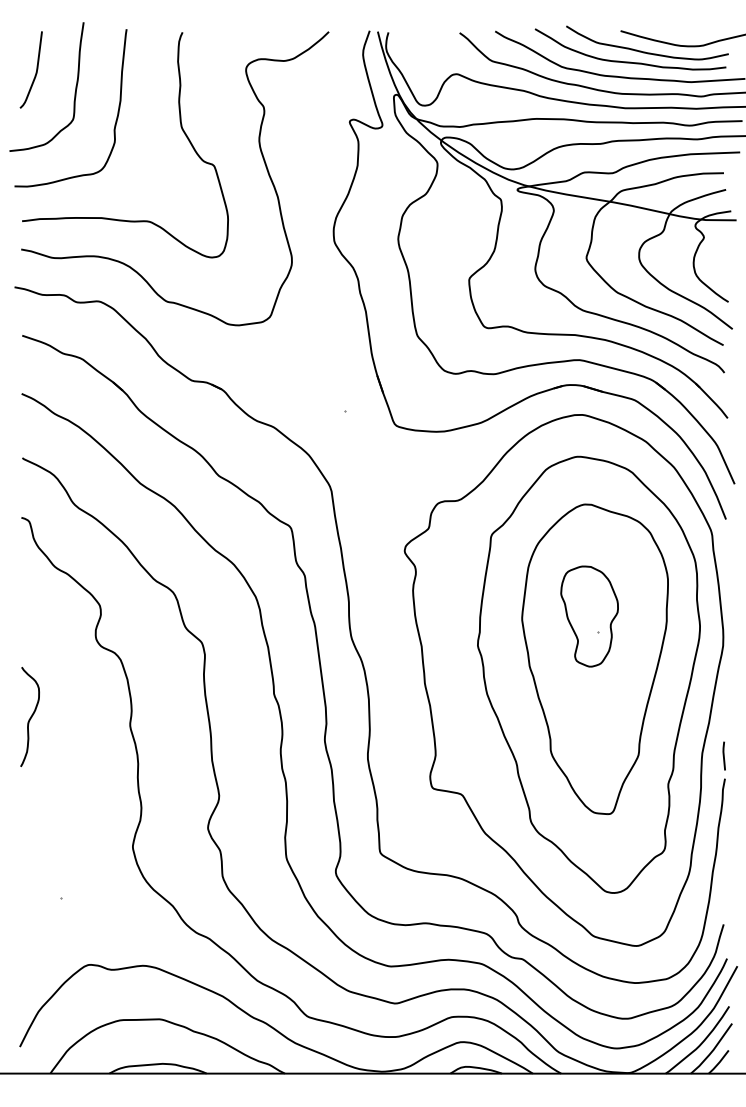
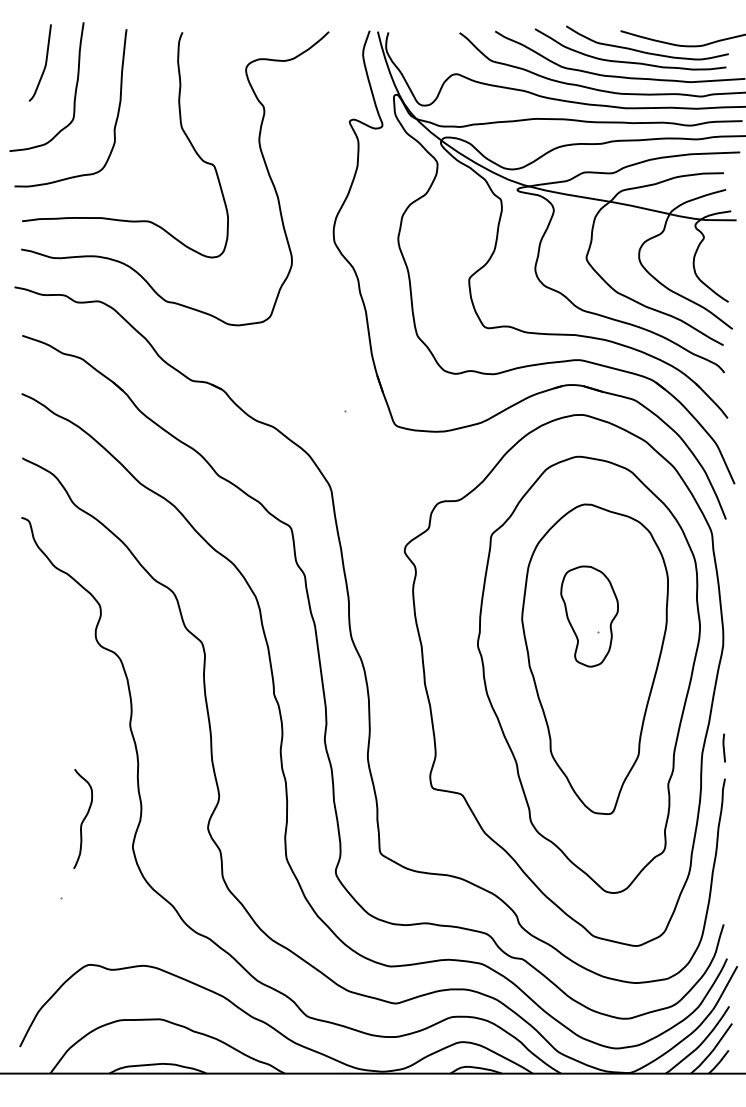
curve at (35, 72) position: (35, 72) -> (44, 65)
curve at (30, 716) position: (30, 716) -> (83, 818)
line at (723, 755) position: (723, 755) -> (723, 747)
